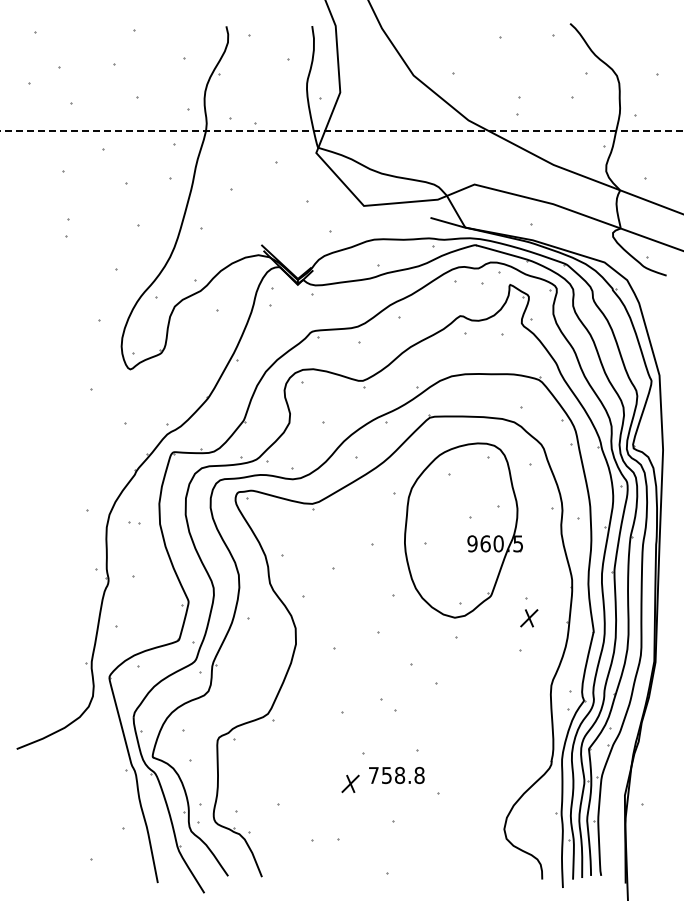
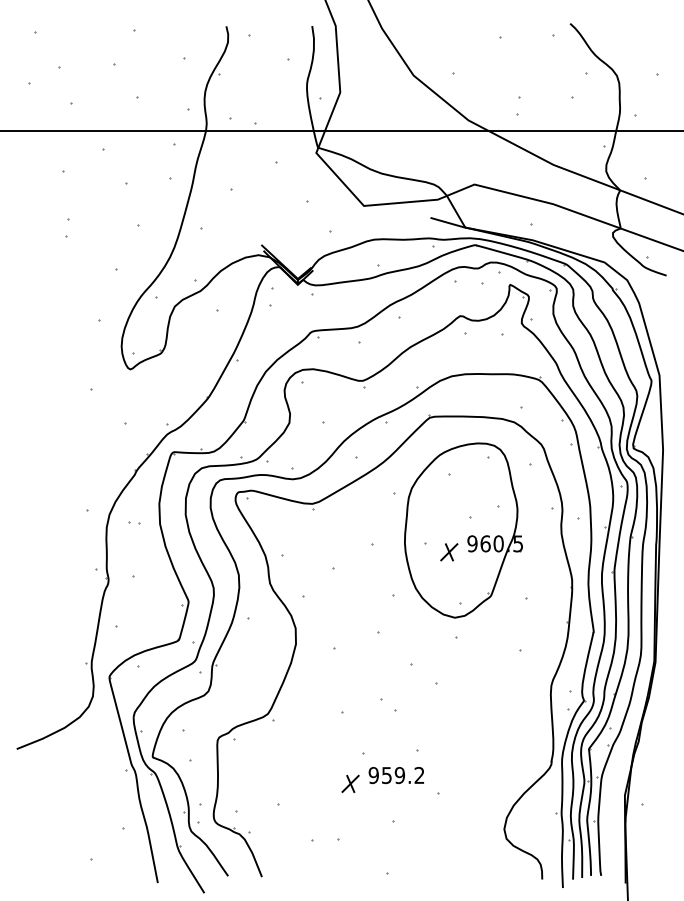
line at (341, 130): dashed -> solid
part at (529, 618) position: (529, 618) -> (449, 552)
text at (396, 775): 758.8 -> 959.2
